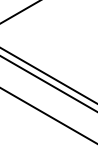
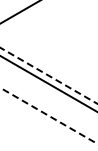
line at (49, 76): solid -> dashed
line at (48, 115): solid -> dashed
